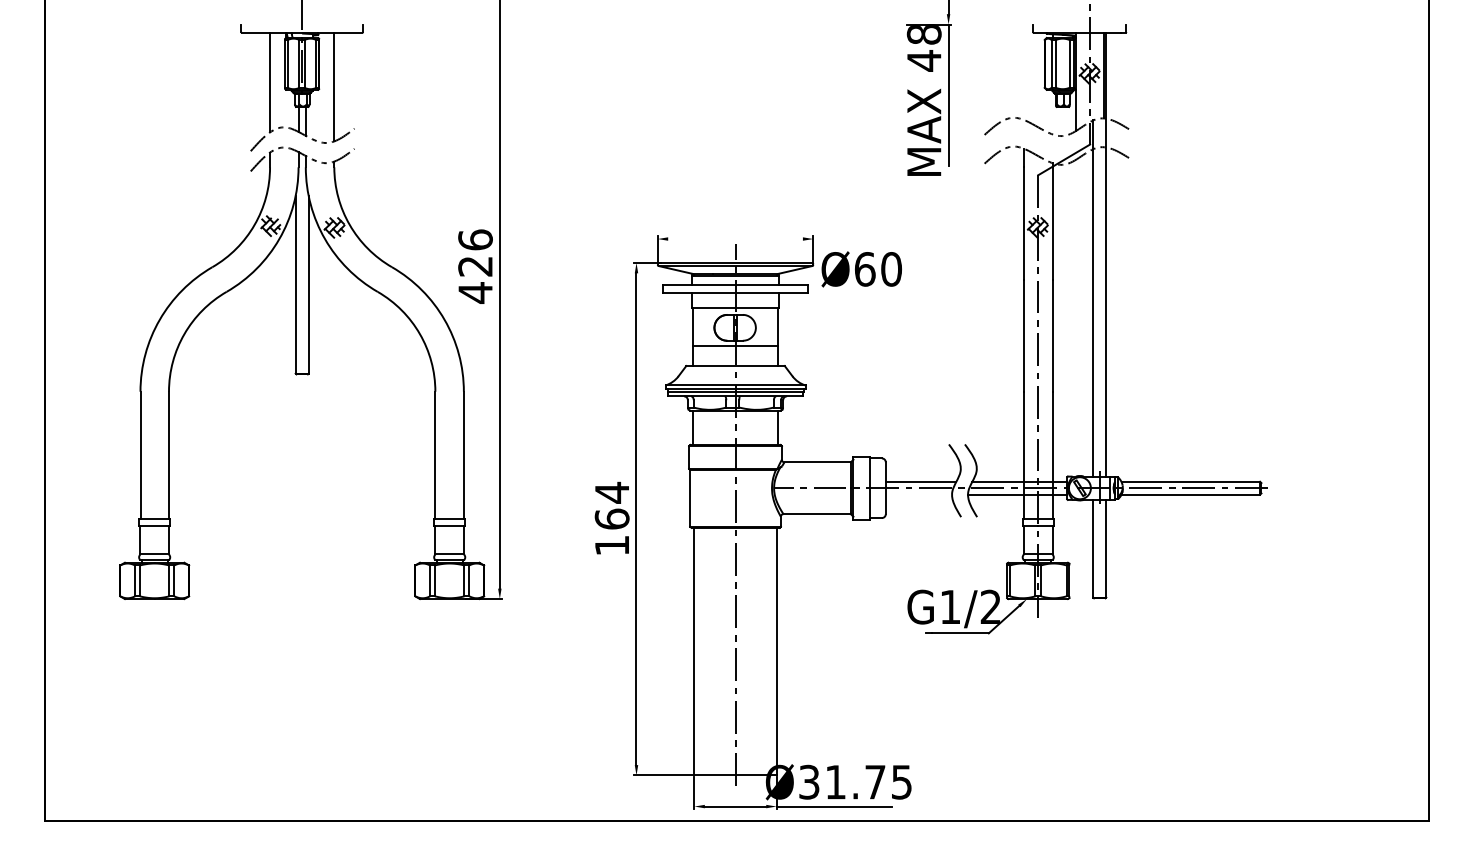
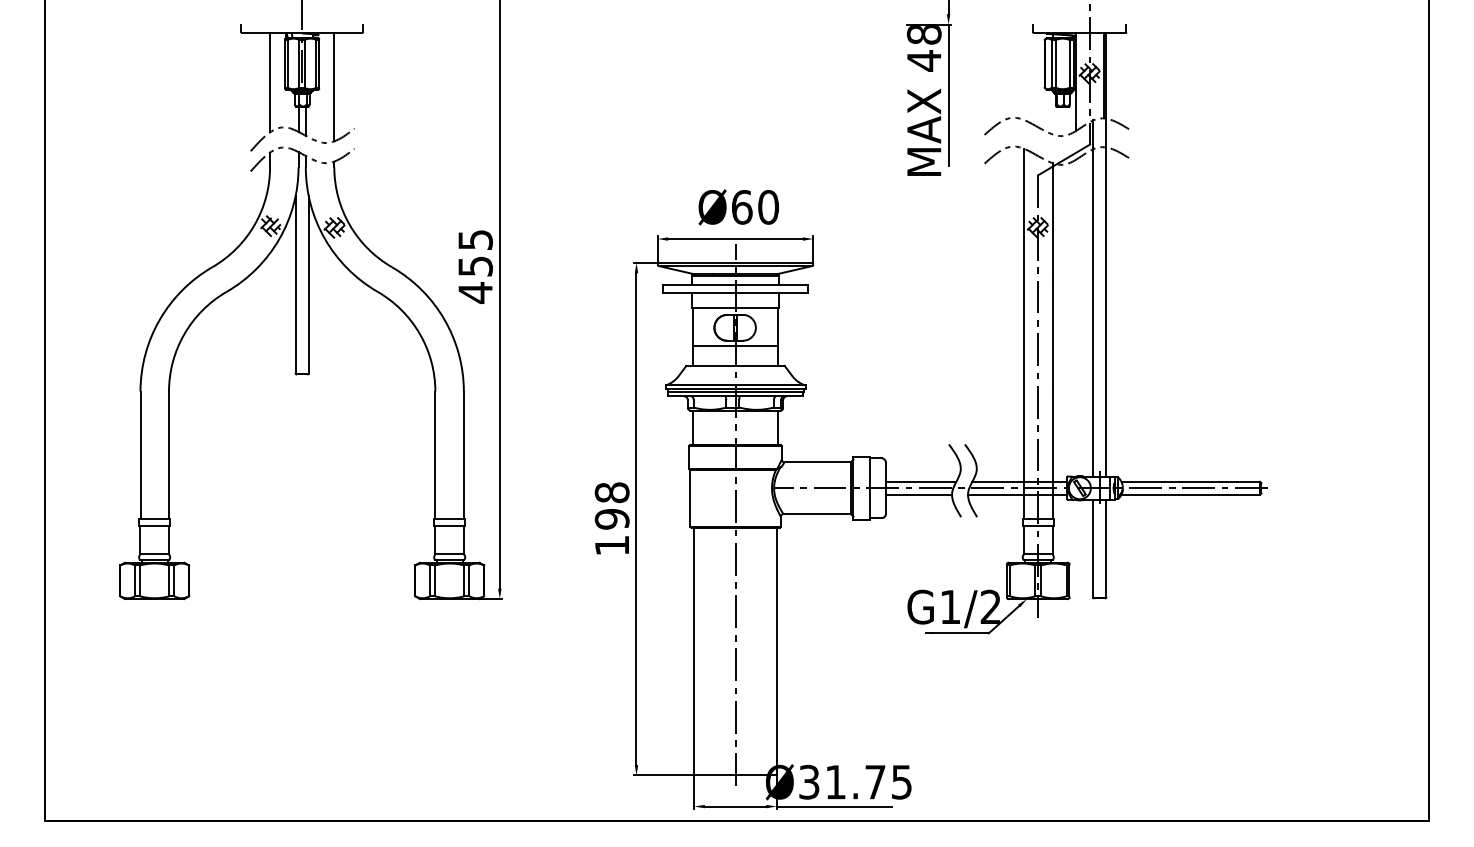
line at (735, 239): none -> present
text at (475, 252): 426 -> 455
text at (861, 269) position: (861, 269) -> (738, 207)
line at (918, 494): none -> present
text at (611, 505): 164 -> 198
